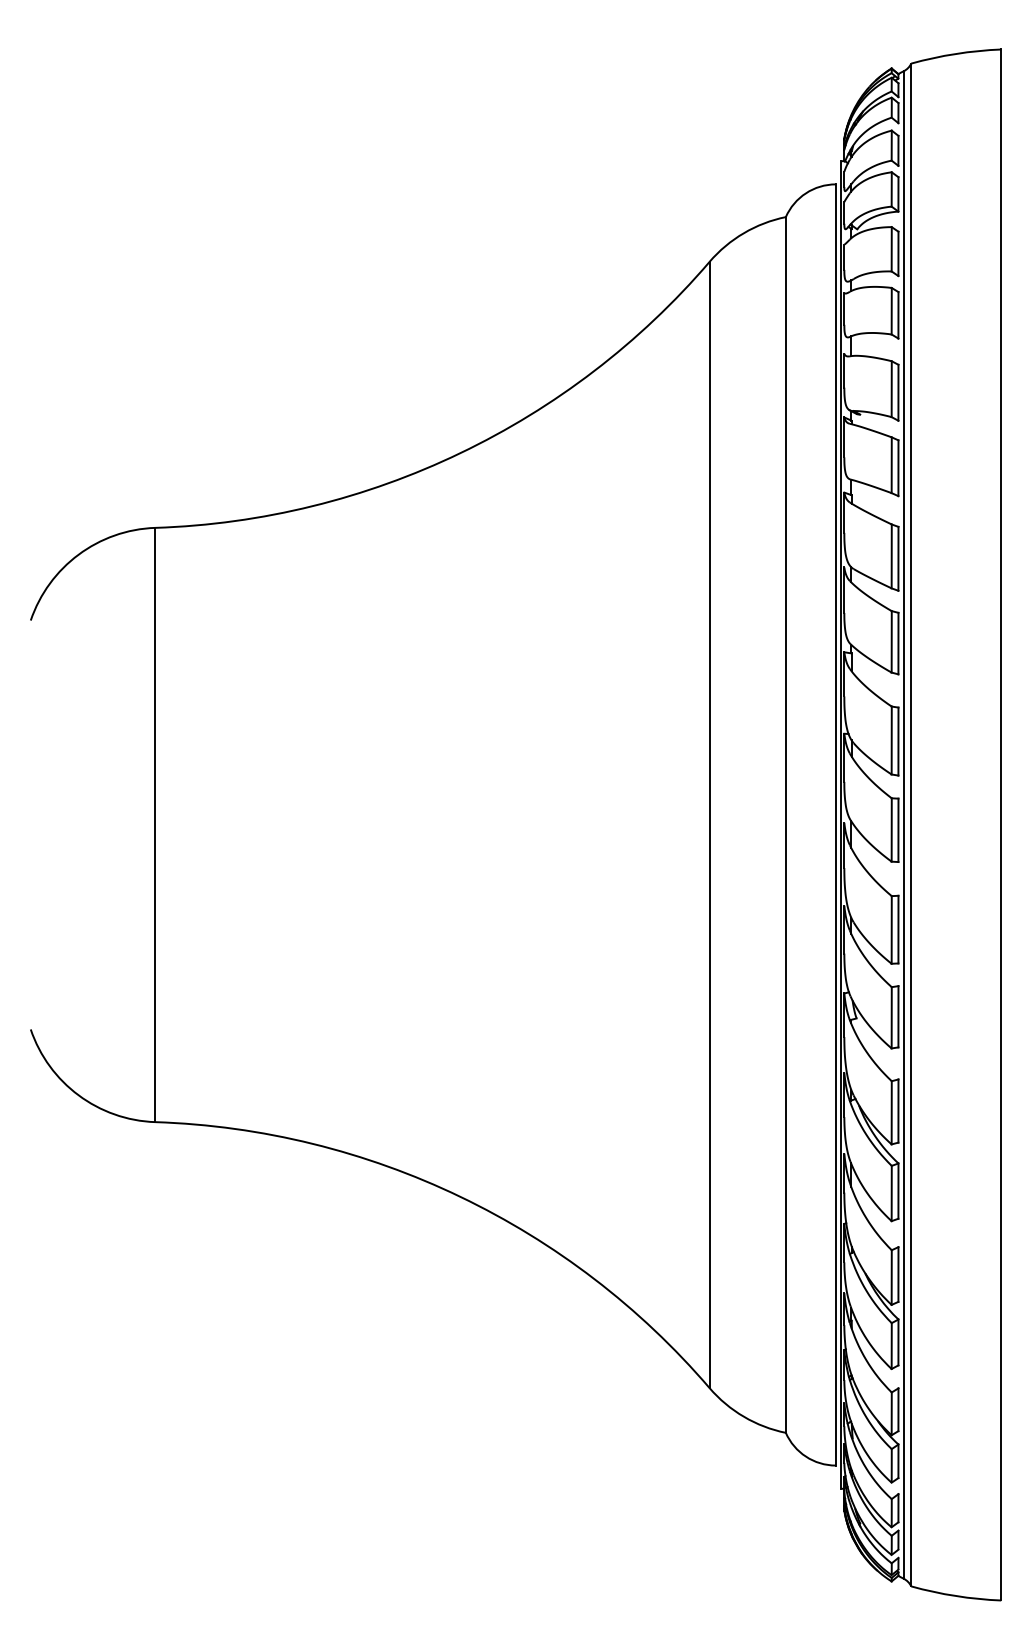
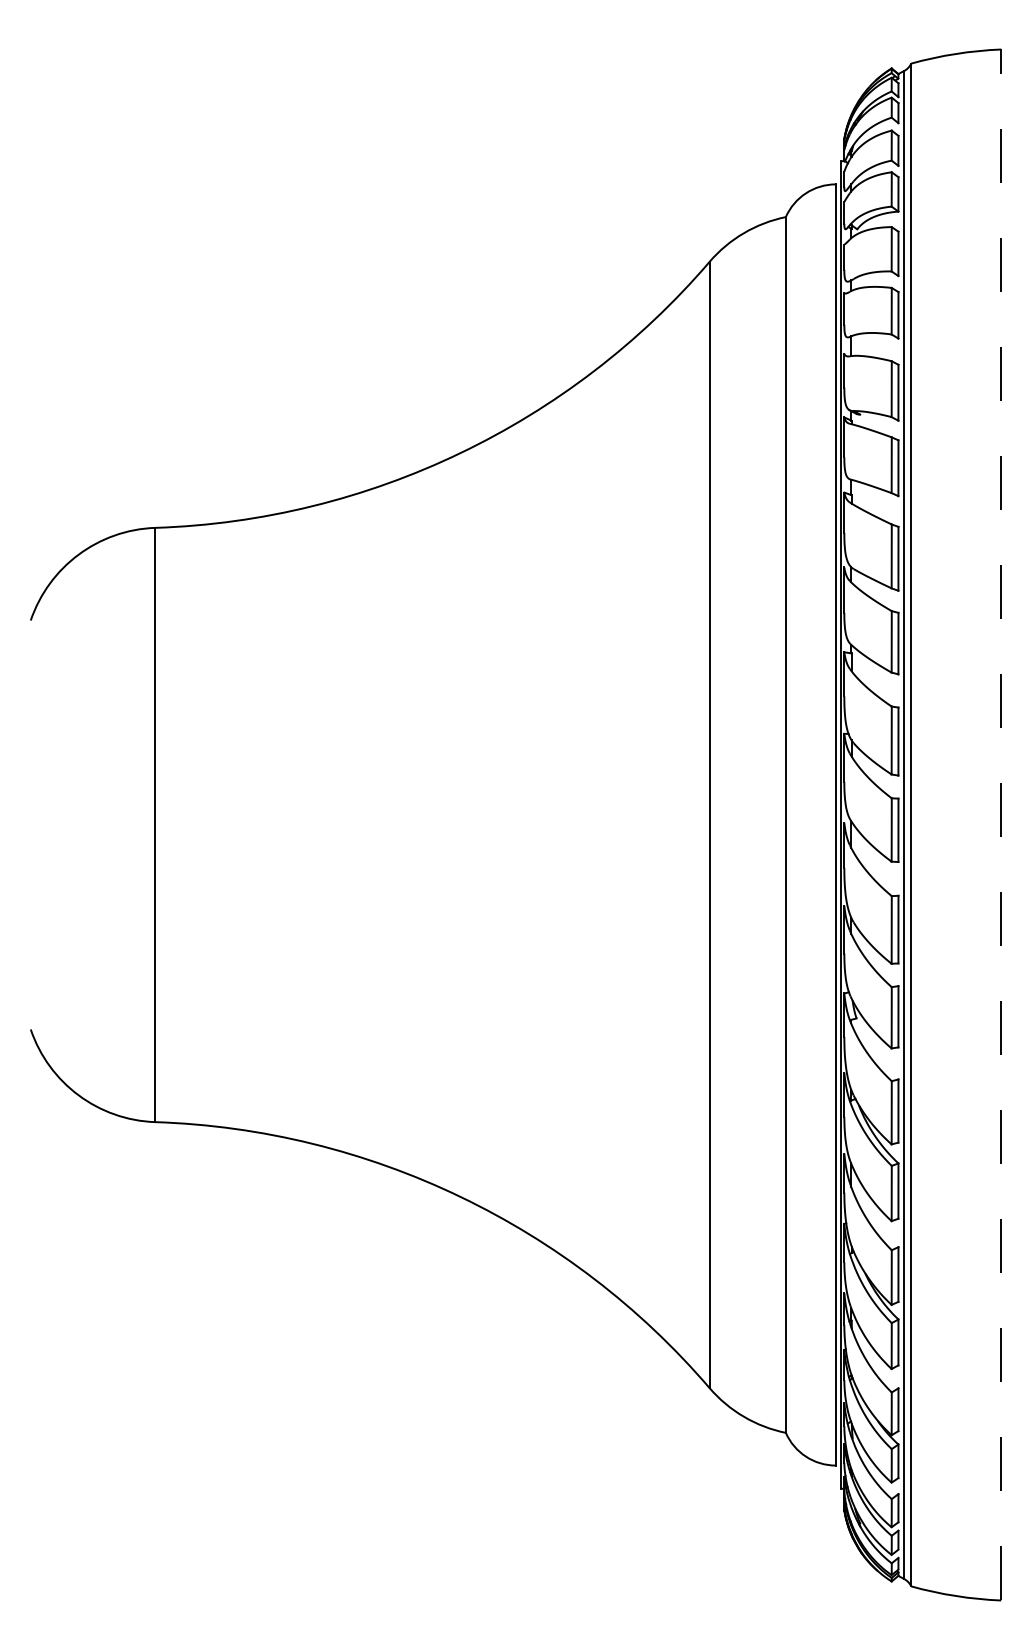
line at (1001, 824): solid -> dashed
